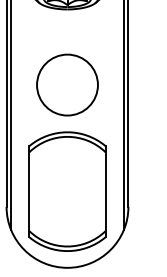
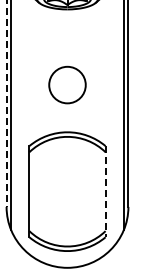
circle at (67, 84) diameter: 61 px -> 37 px
line at (6, 103): solid -> dashed
line at (105, 191): solid -> dashed
